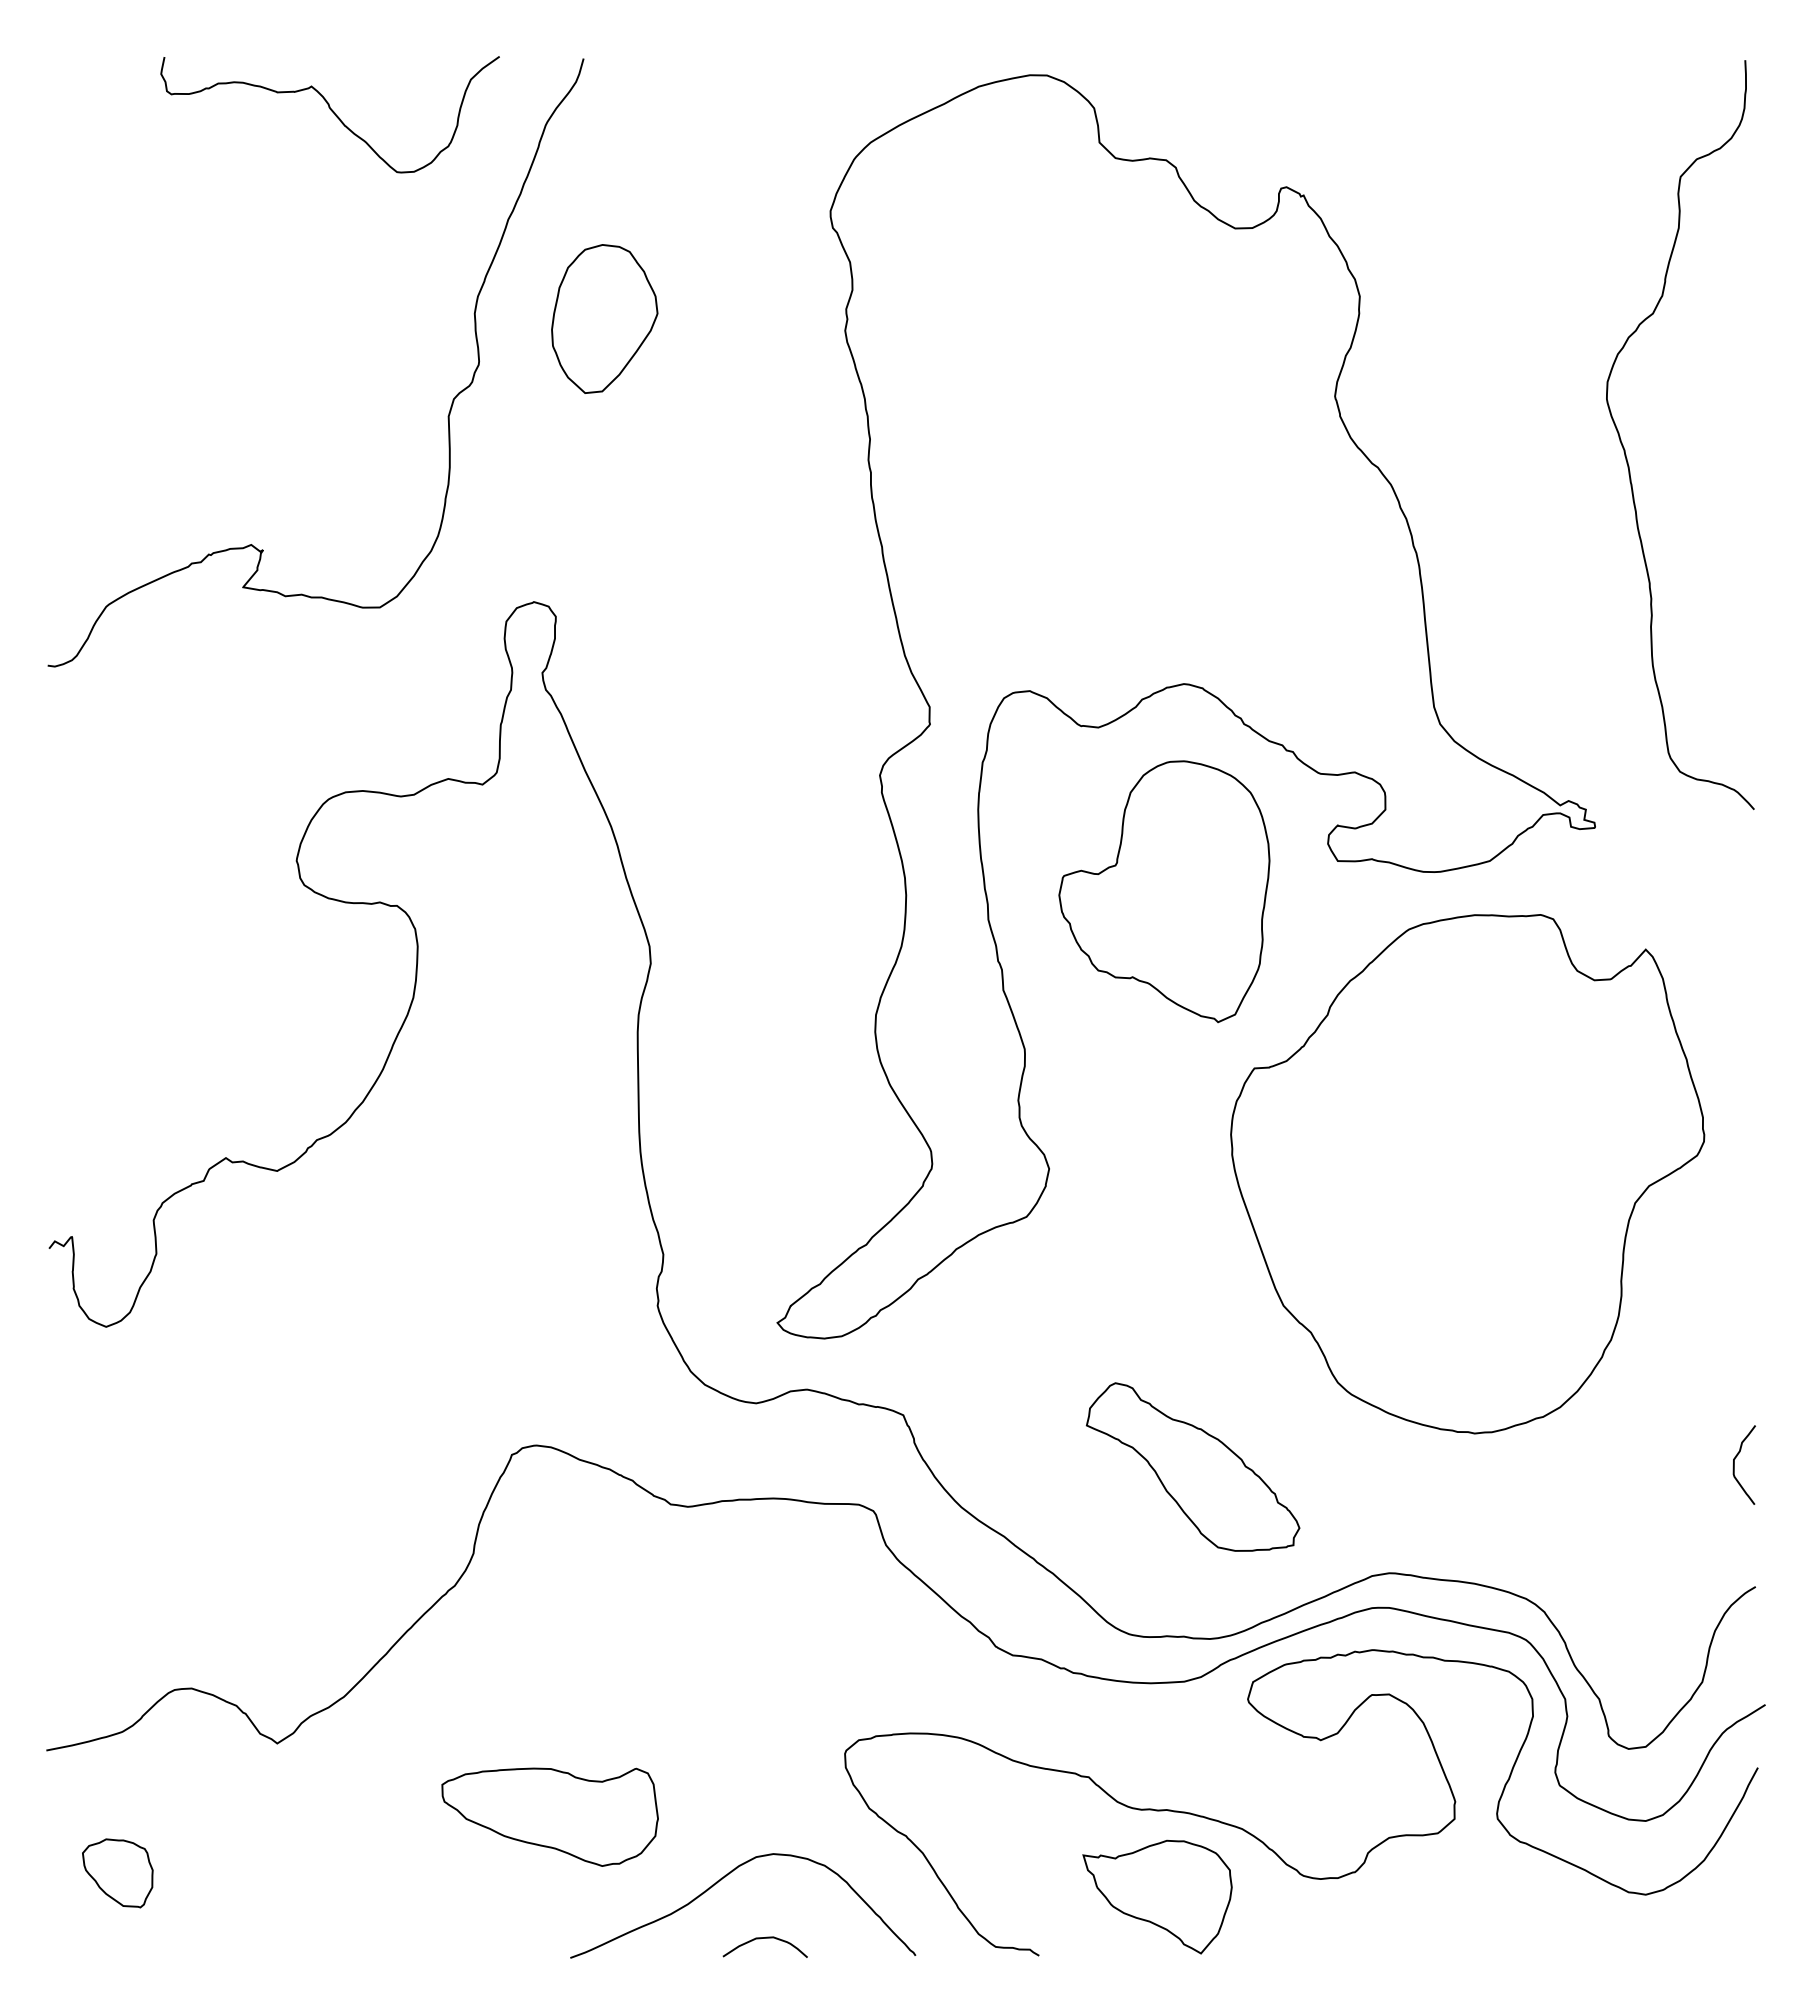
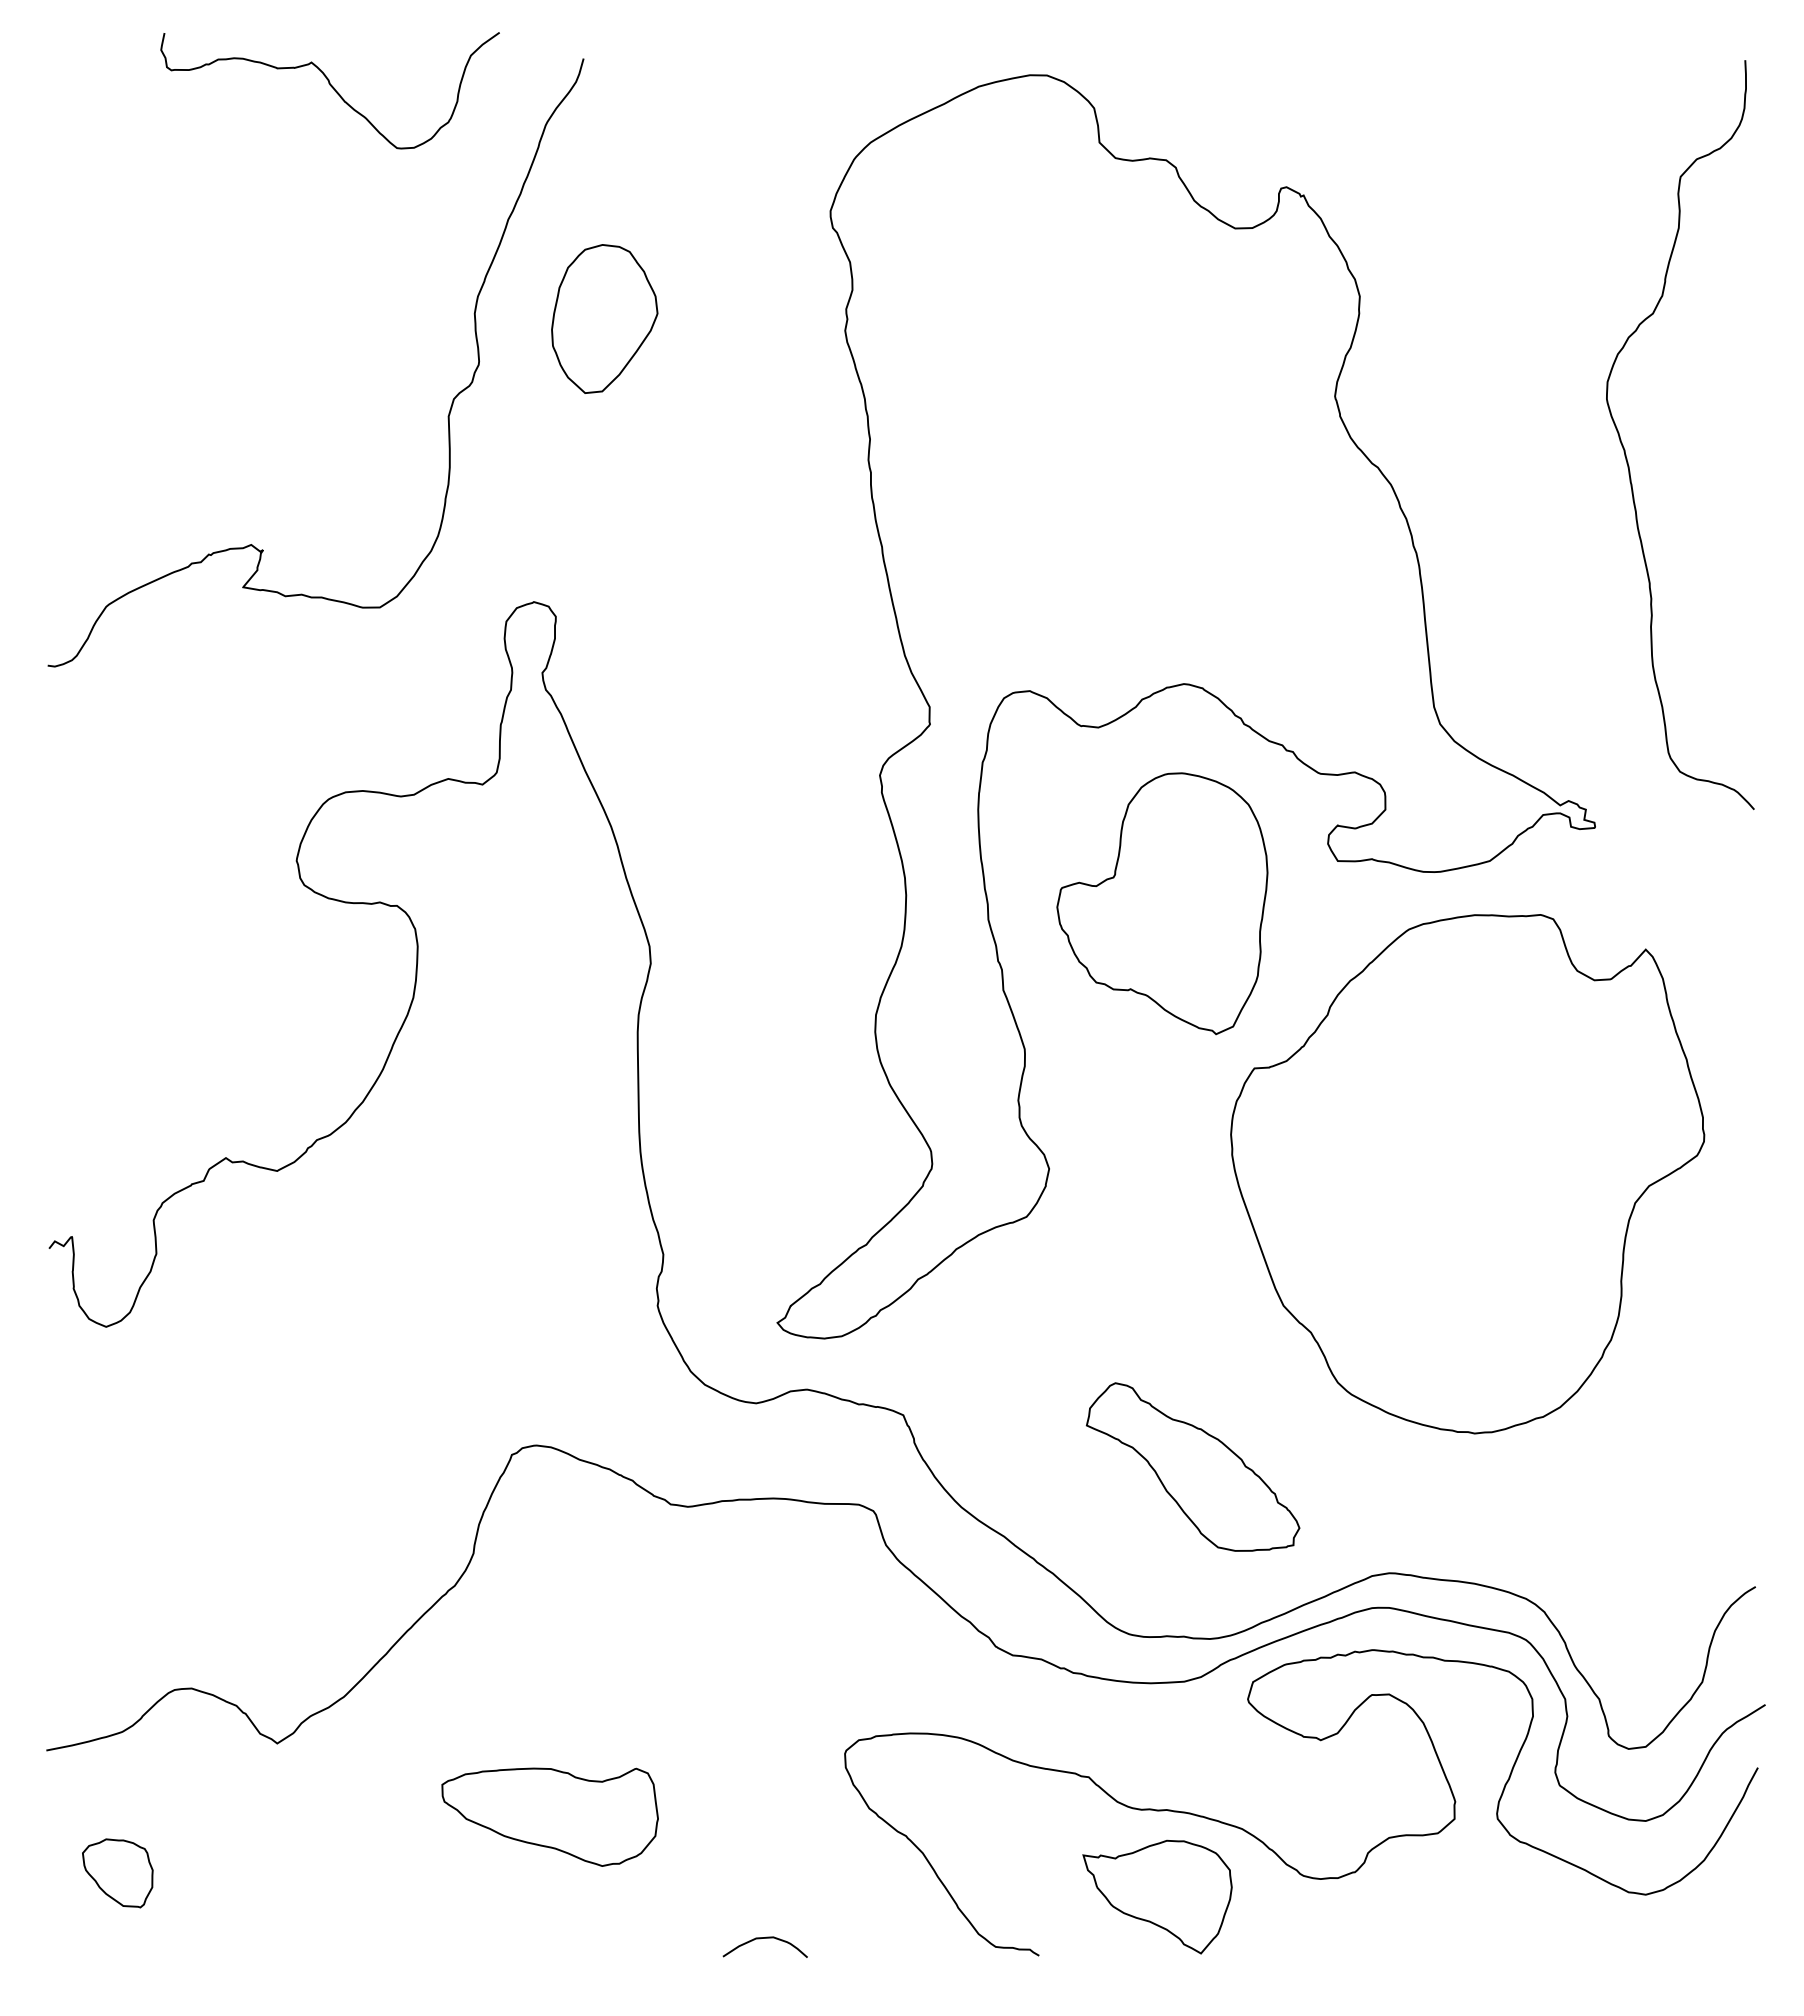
curve at (331, 111) position: (331, 111) -> (331, 87)
part at (1164, 891) position: (1164, 891) -> (1162, 903)
curve at (1734, 1464): present -> none
curve at (725, 1877): present -> none
